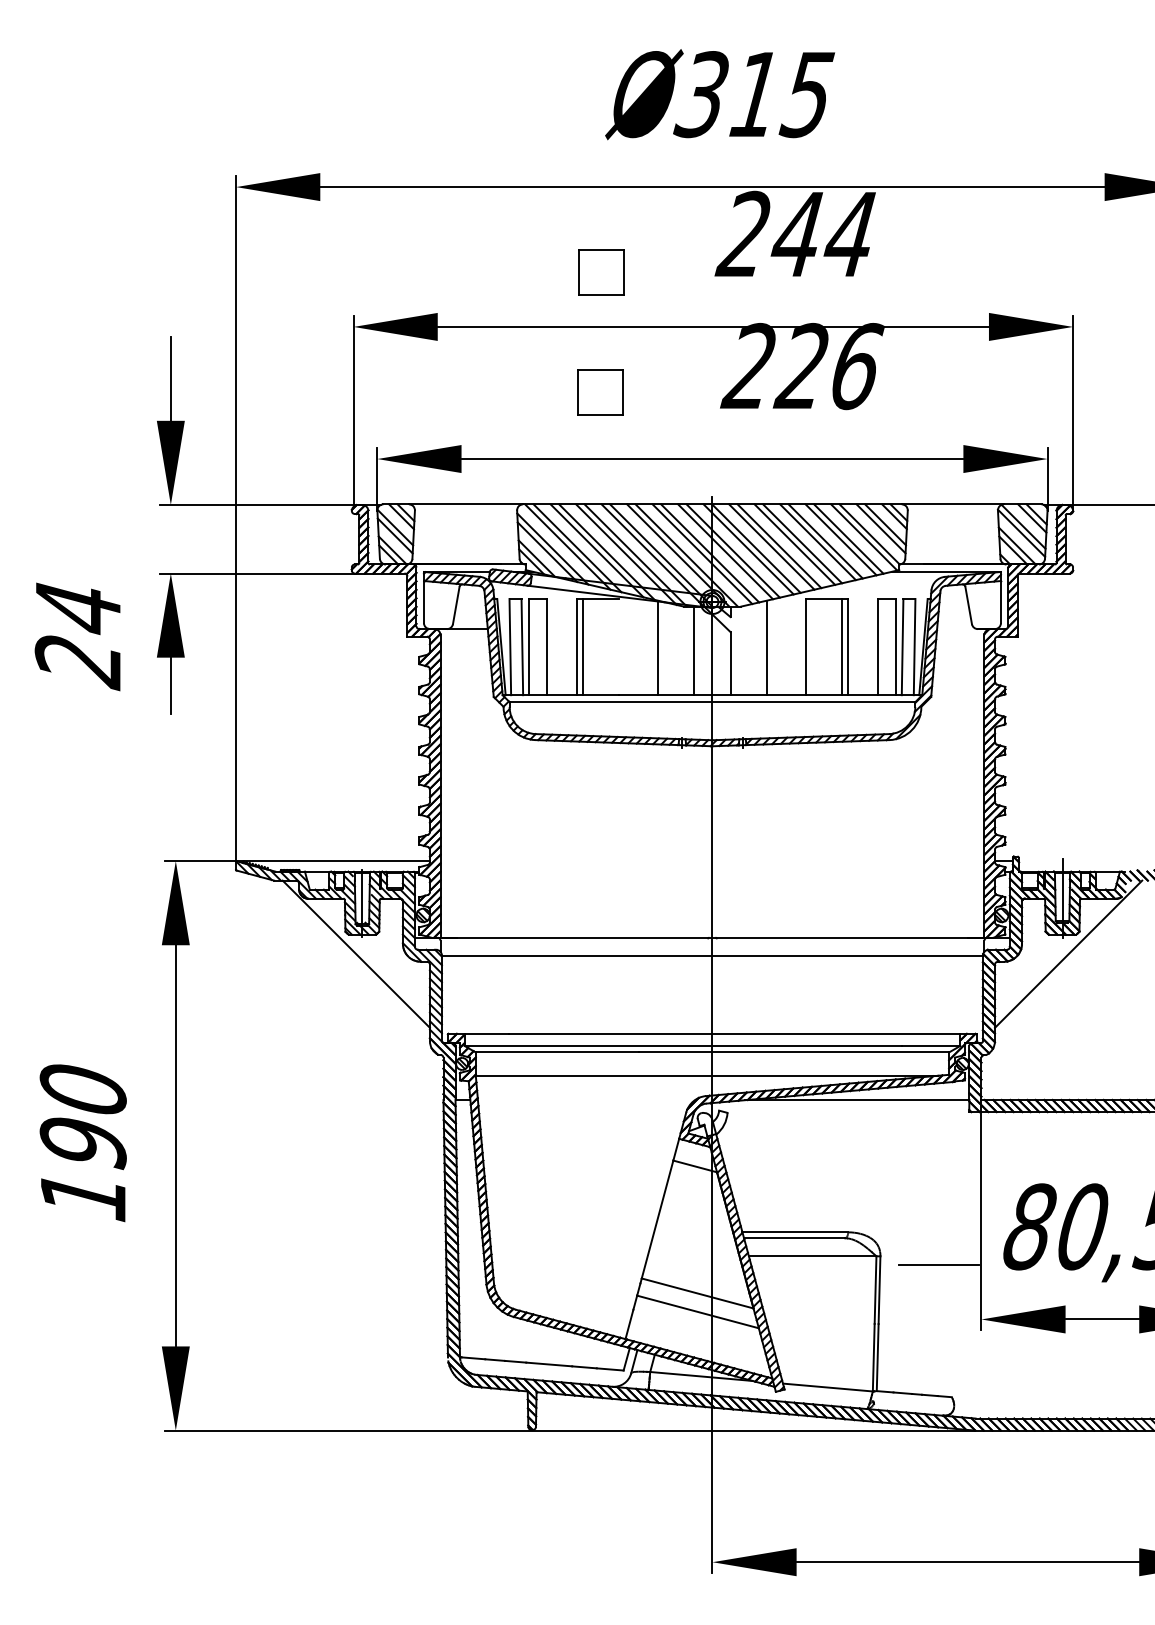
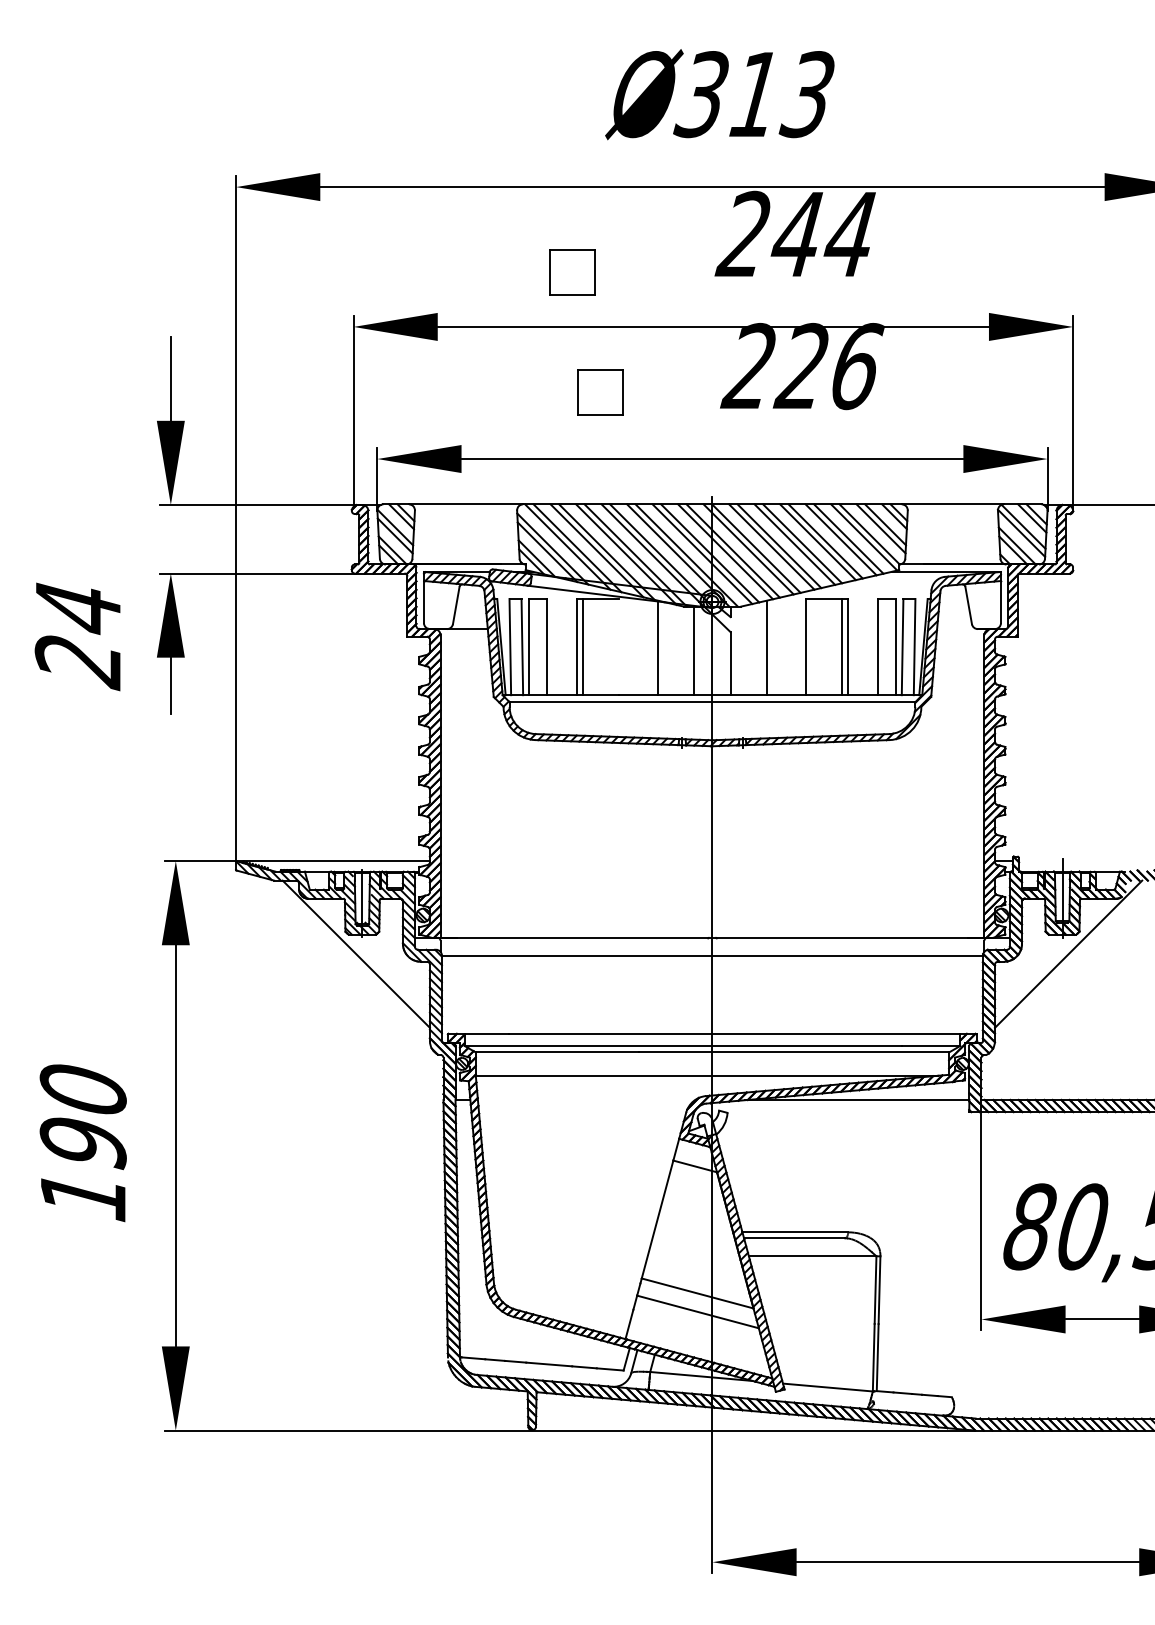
text at (806, 94): Ø315 -> Ø313
part at (601, 272) position: (601, 272) -> (572, 272)
line at (938, 1265): present -> none
